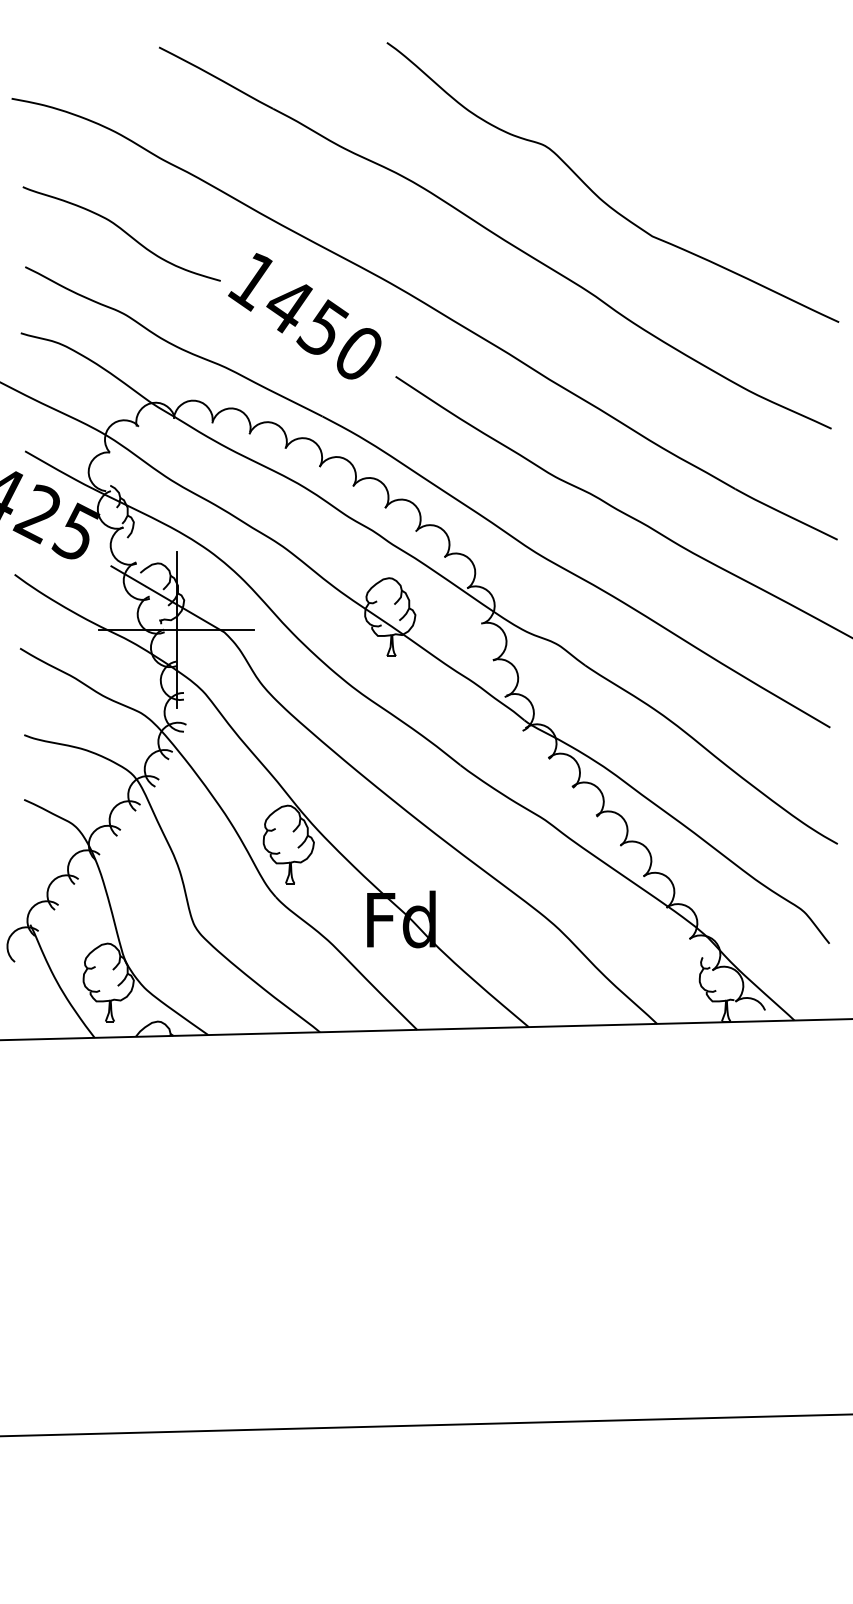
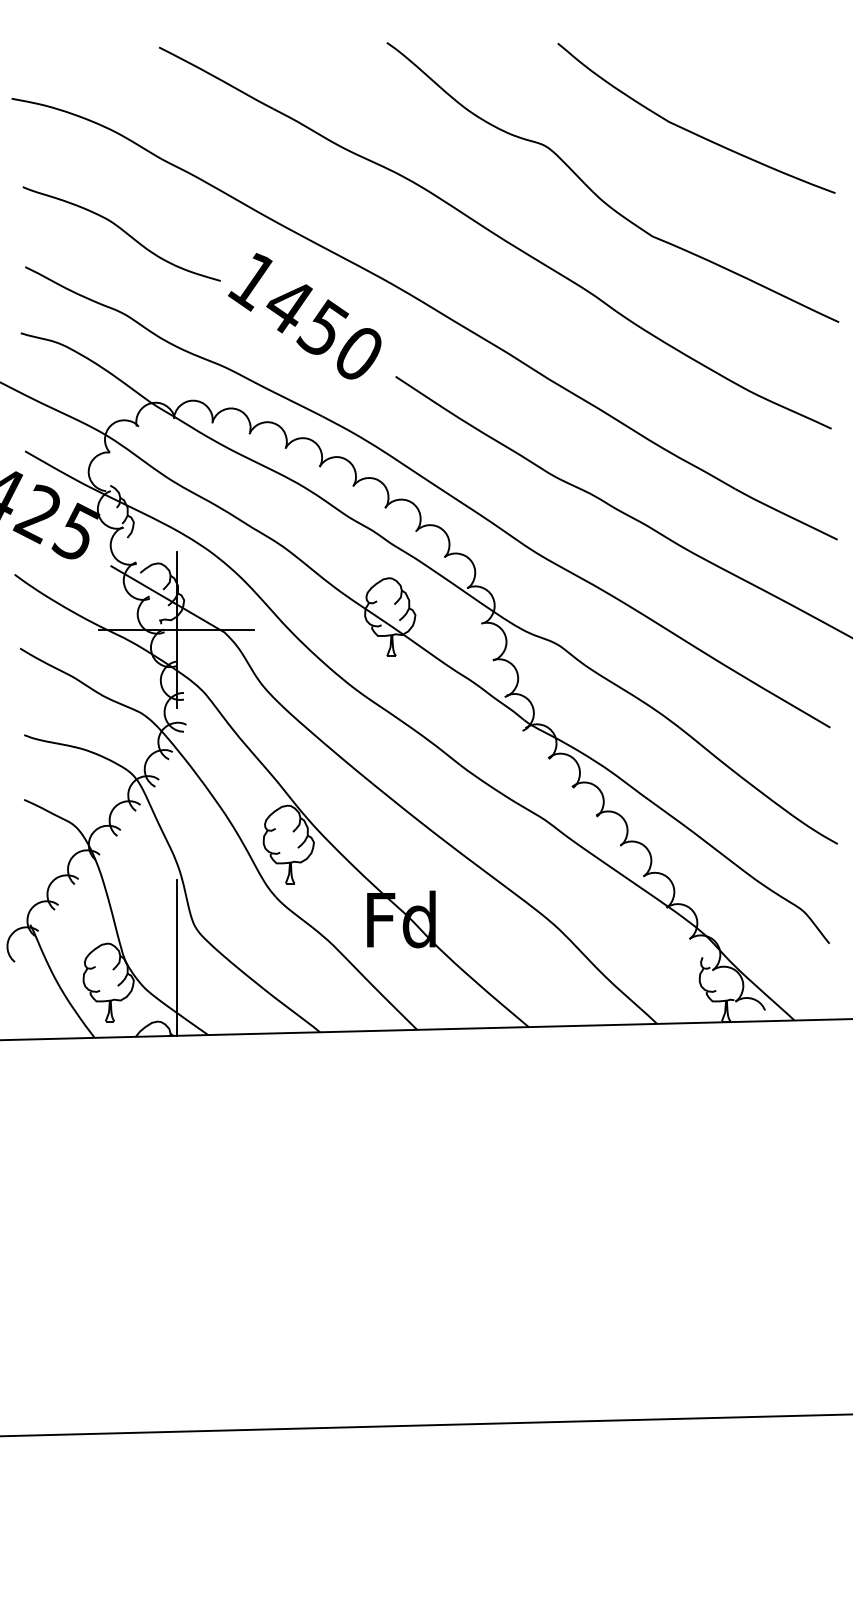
curve at (690, 130): none -> present
line at (176, 957): none -> present
